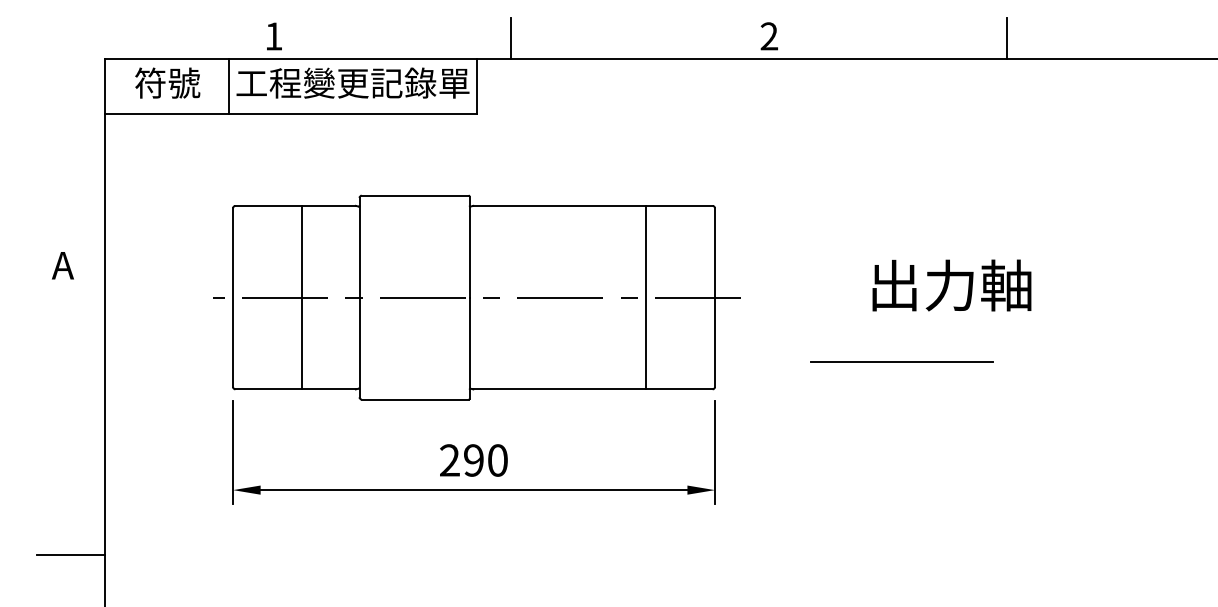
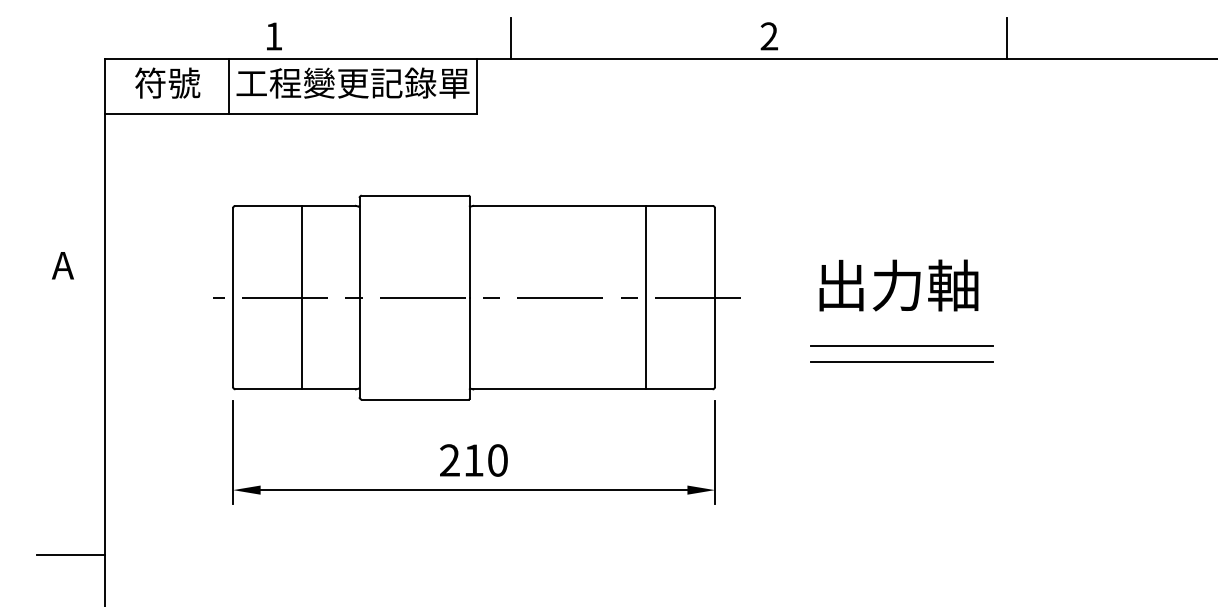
text at (951, 285) position: (951, 285) -> (898, 285)
line at (901, 345): none -> present
text at (473, 460): 290 -> 210
